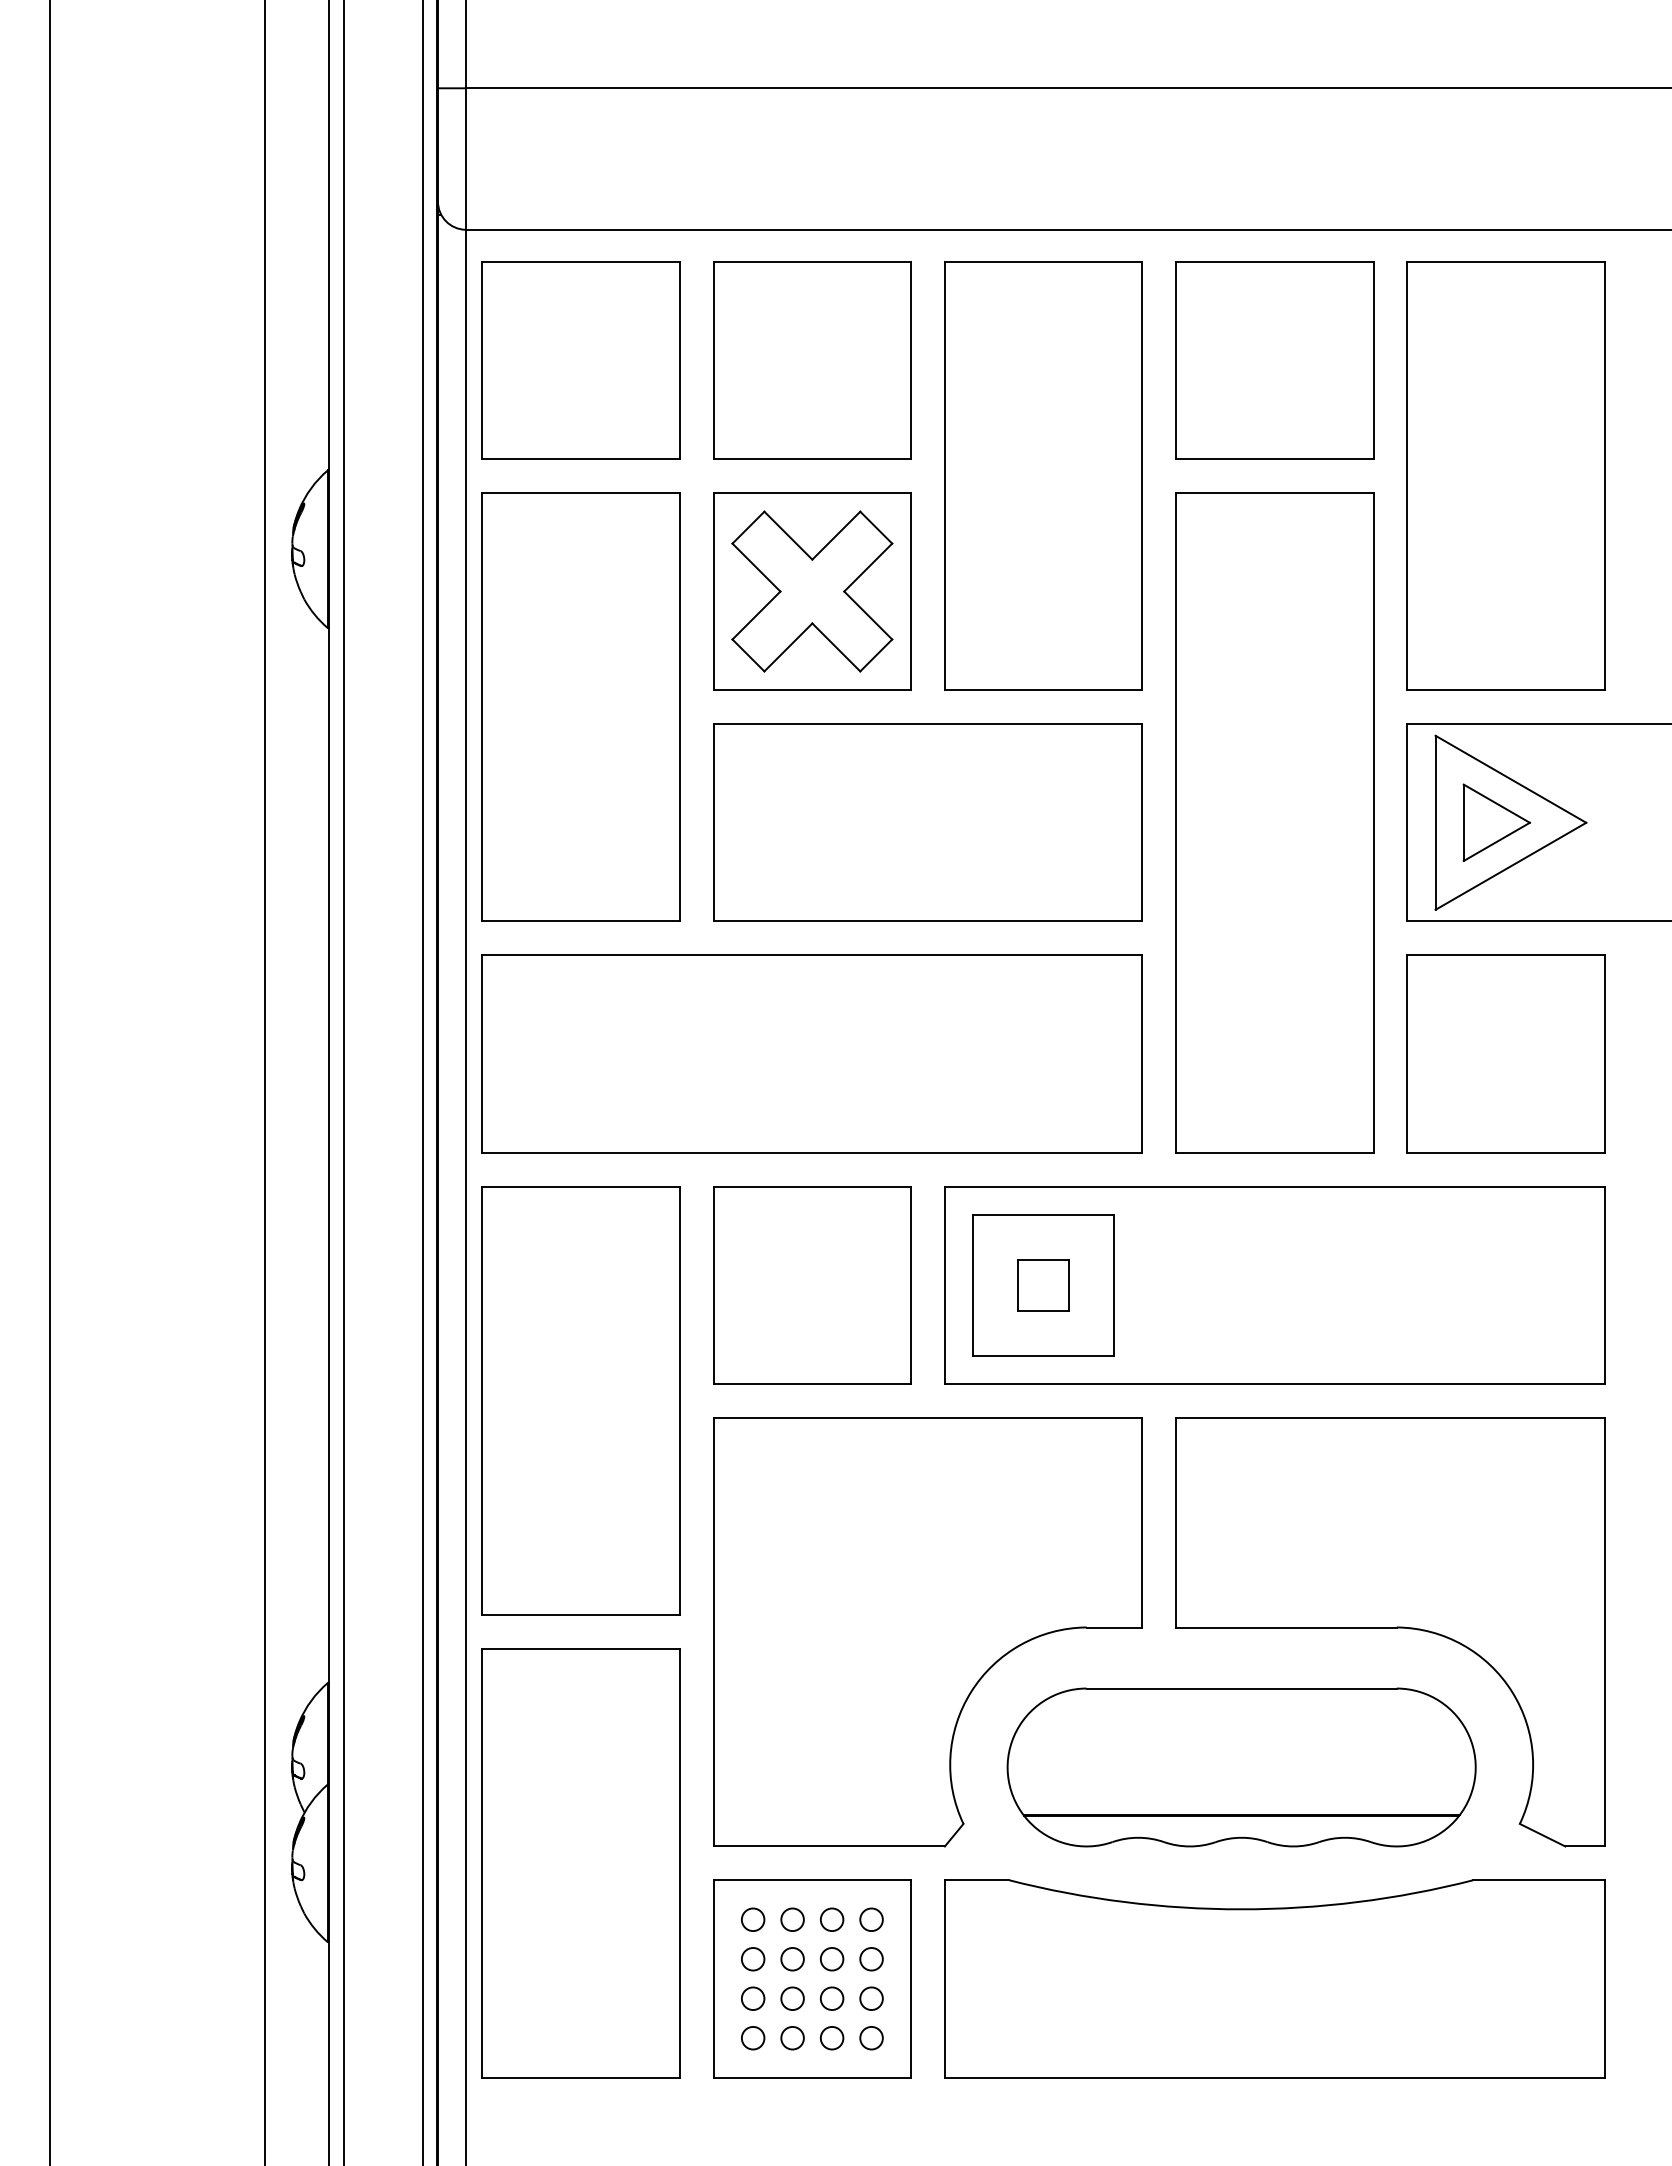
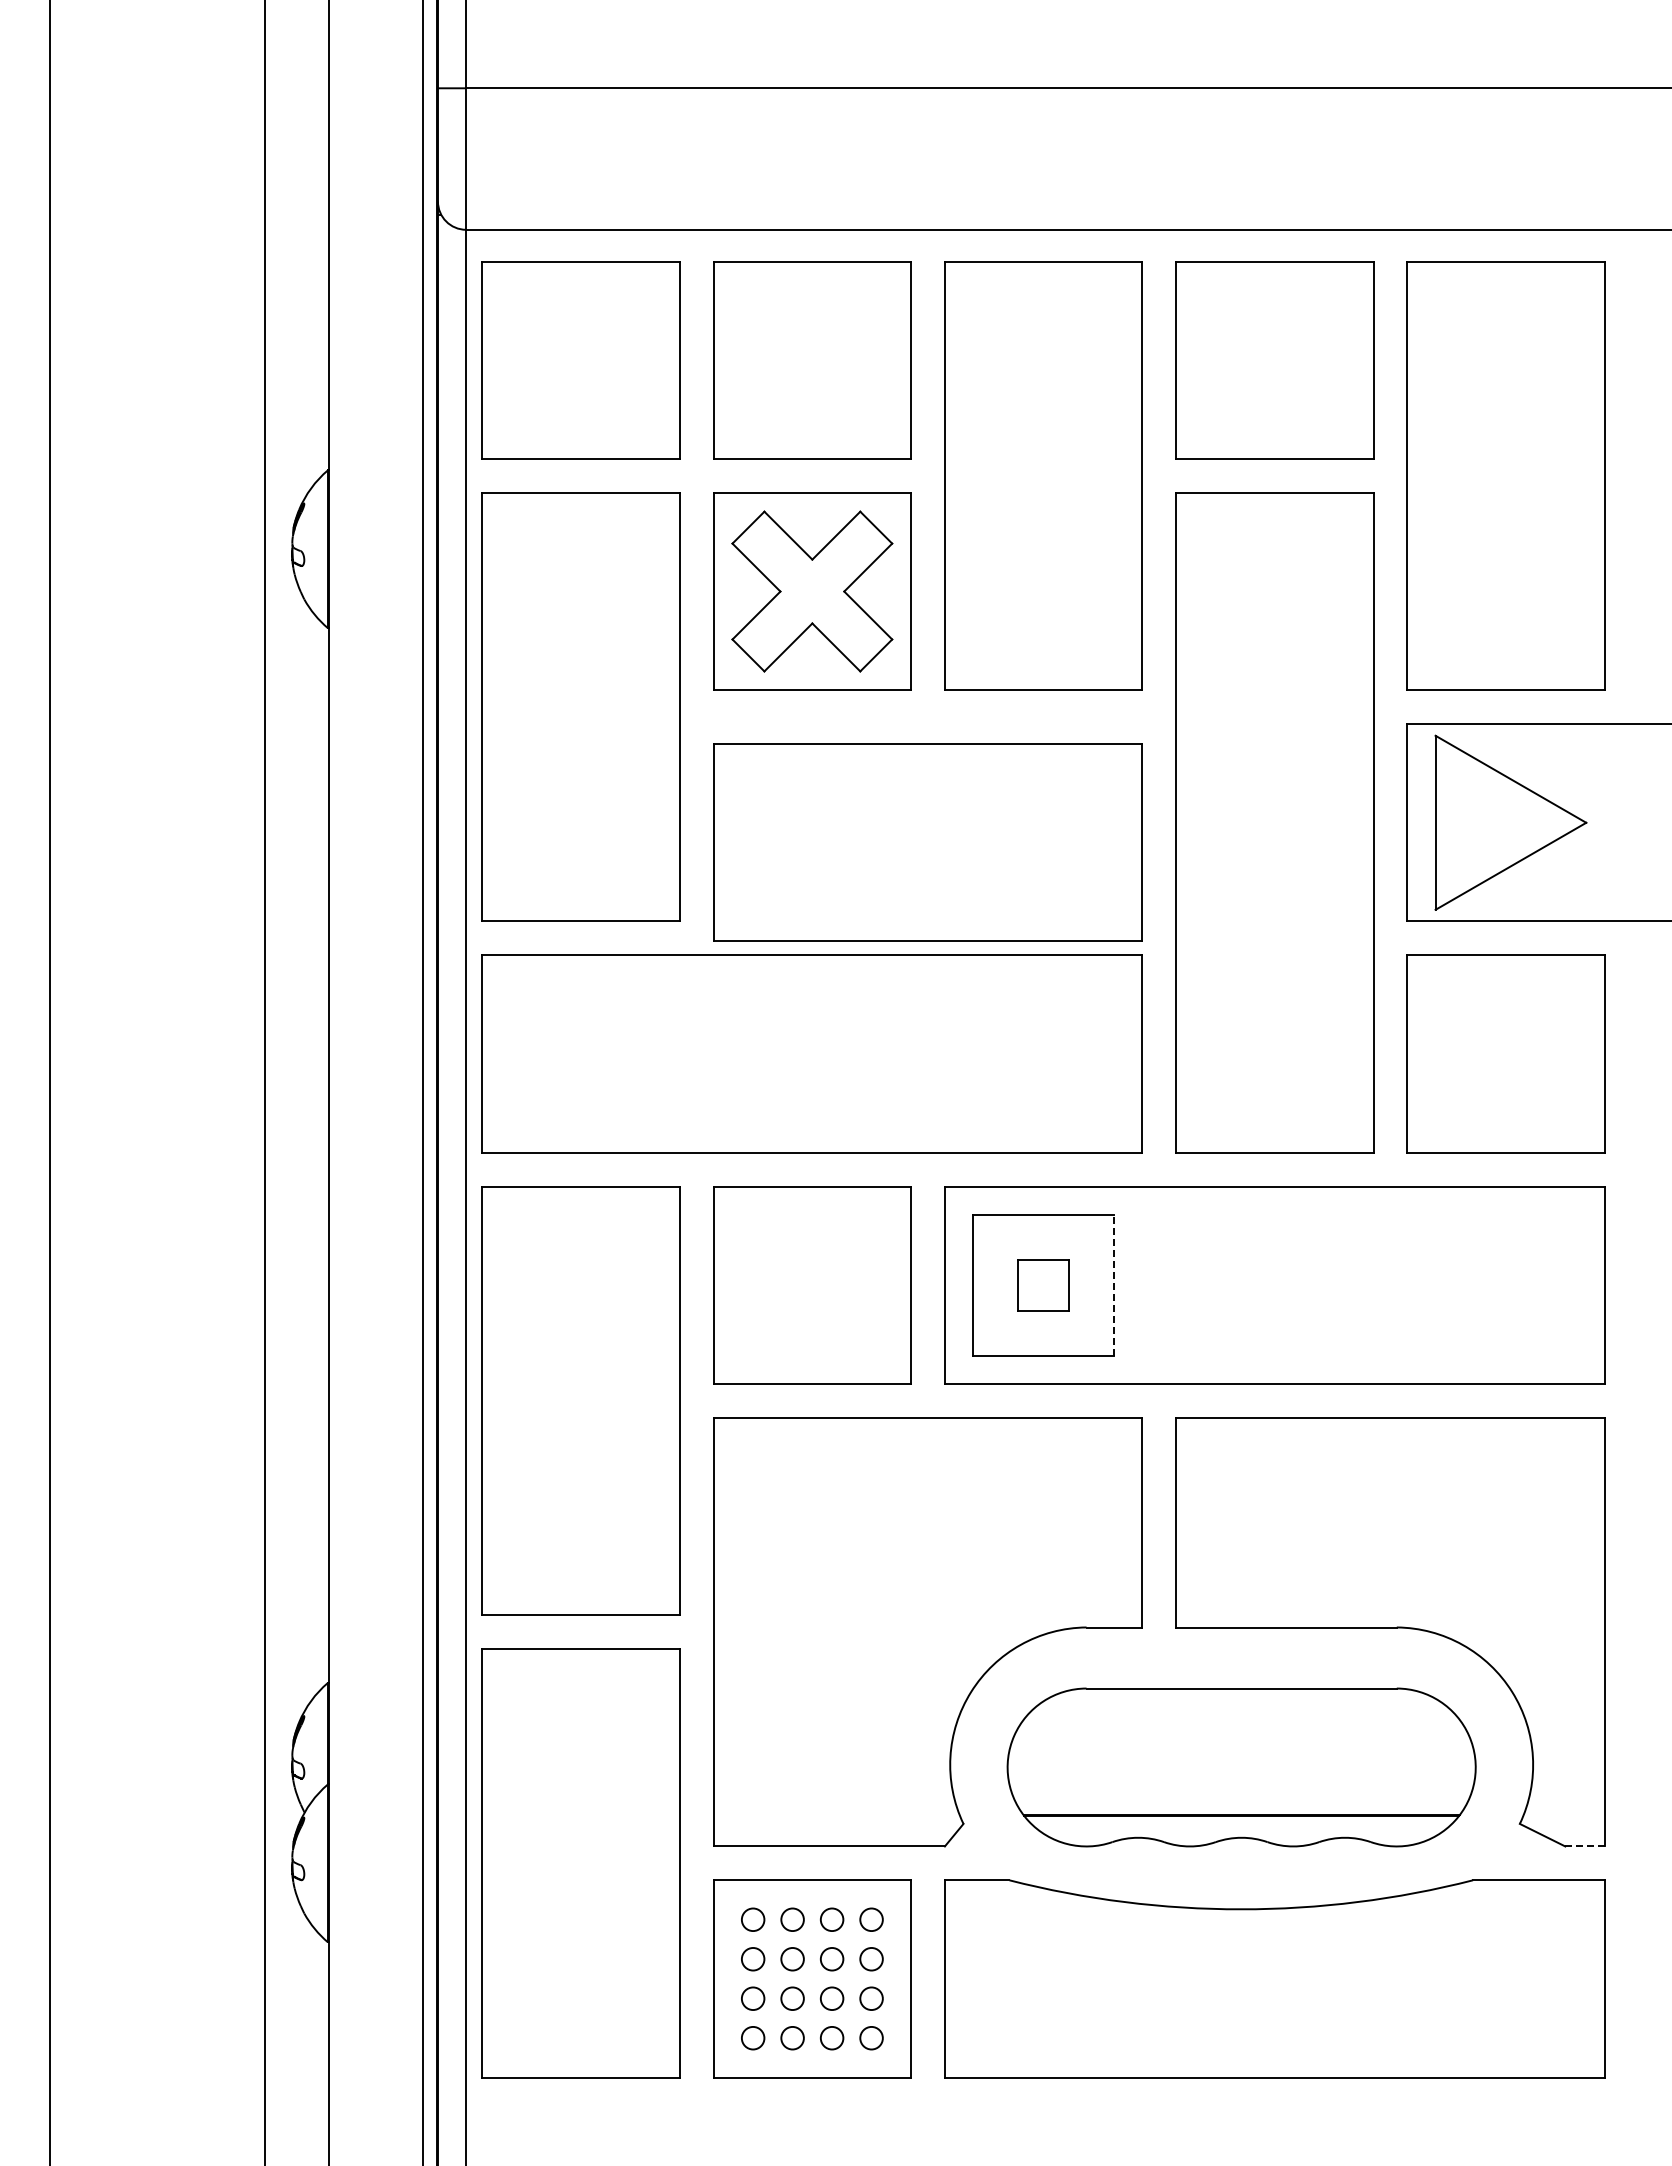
part at (927, 822) position: (927, 822) -> (927, 842)
part at (1496, 822): present -> none
line at (343, 1082): present -> none
line at (1114, 1284): solid -> dashed
line at (1585, 1846): solid -> dashed
